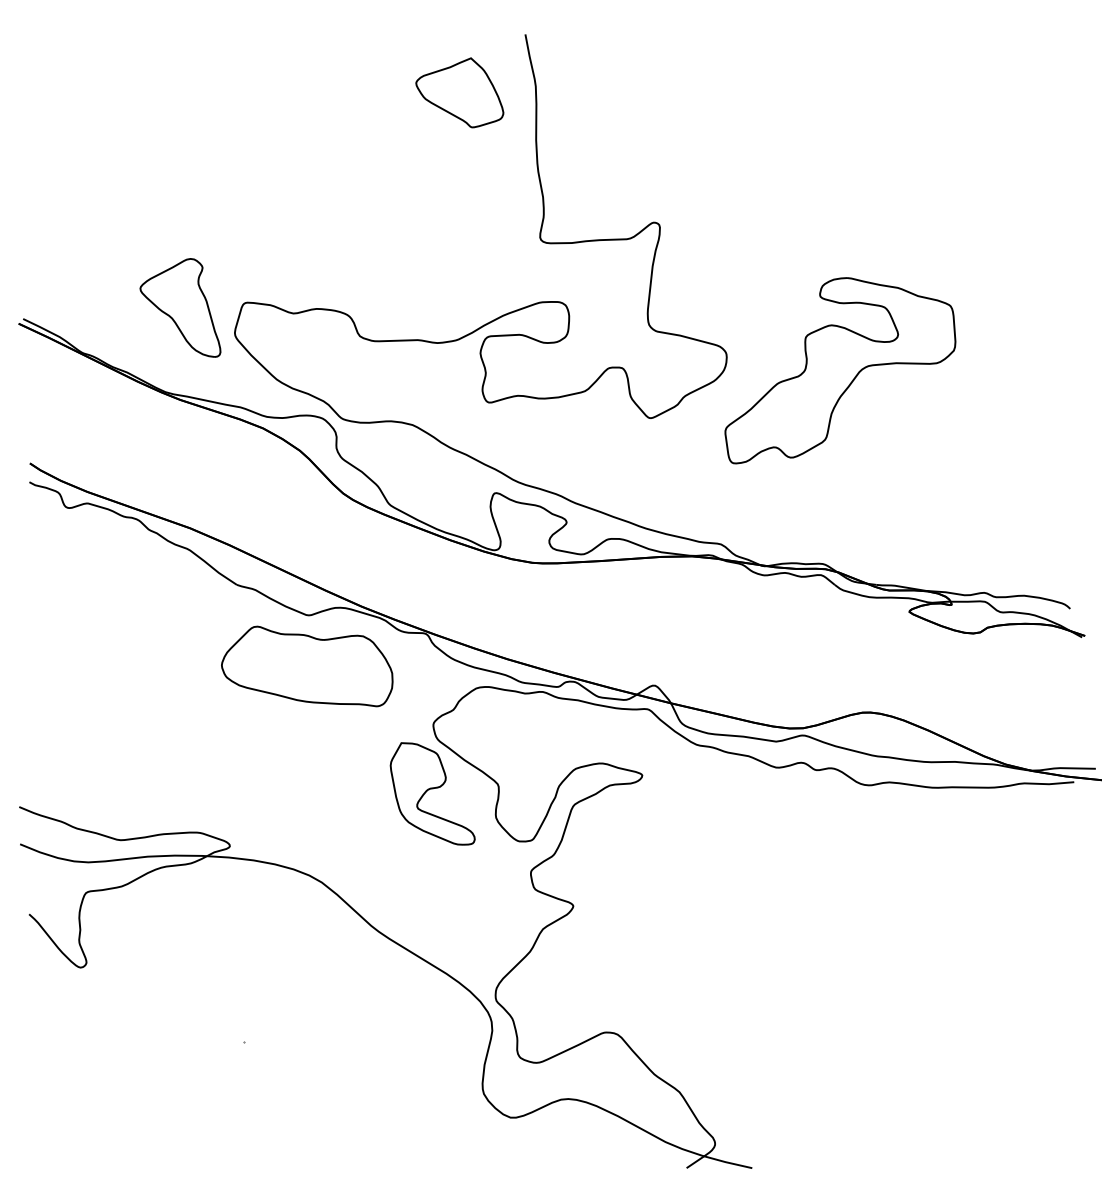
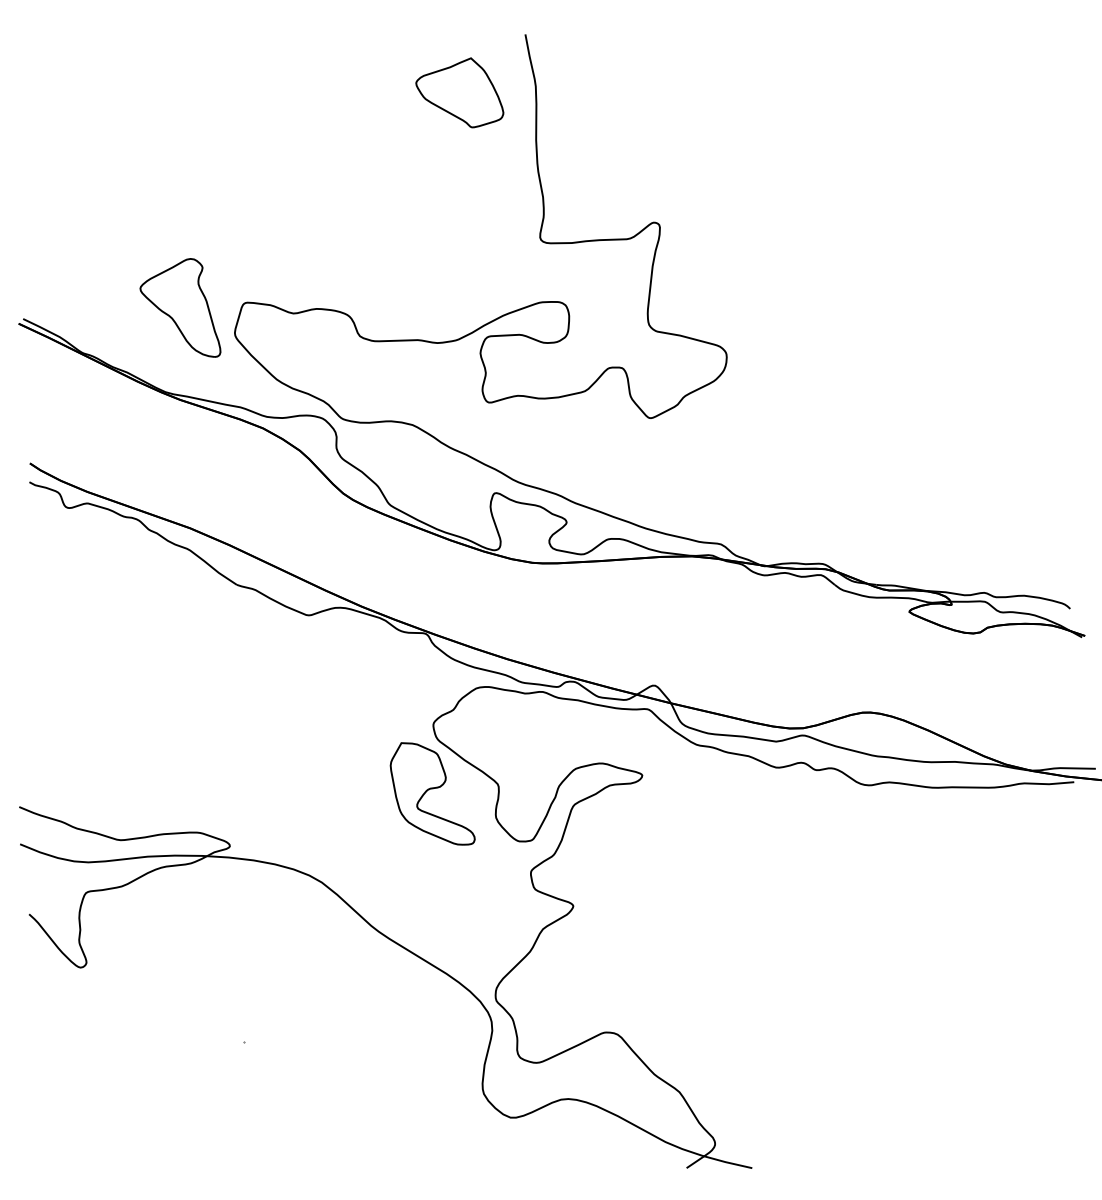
part at (840, 370): present -> none
part at (307, 666): present -> none
